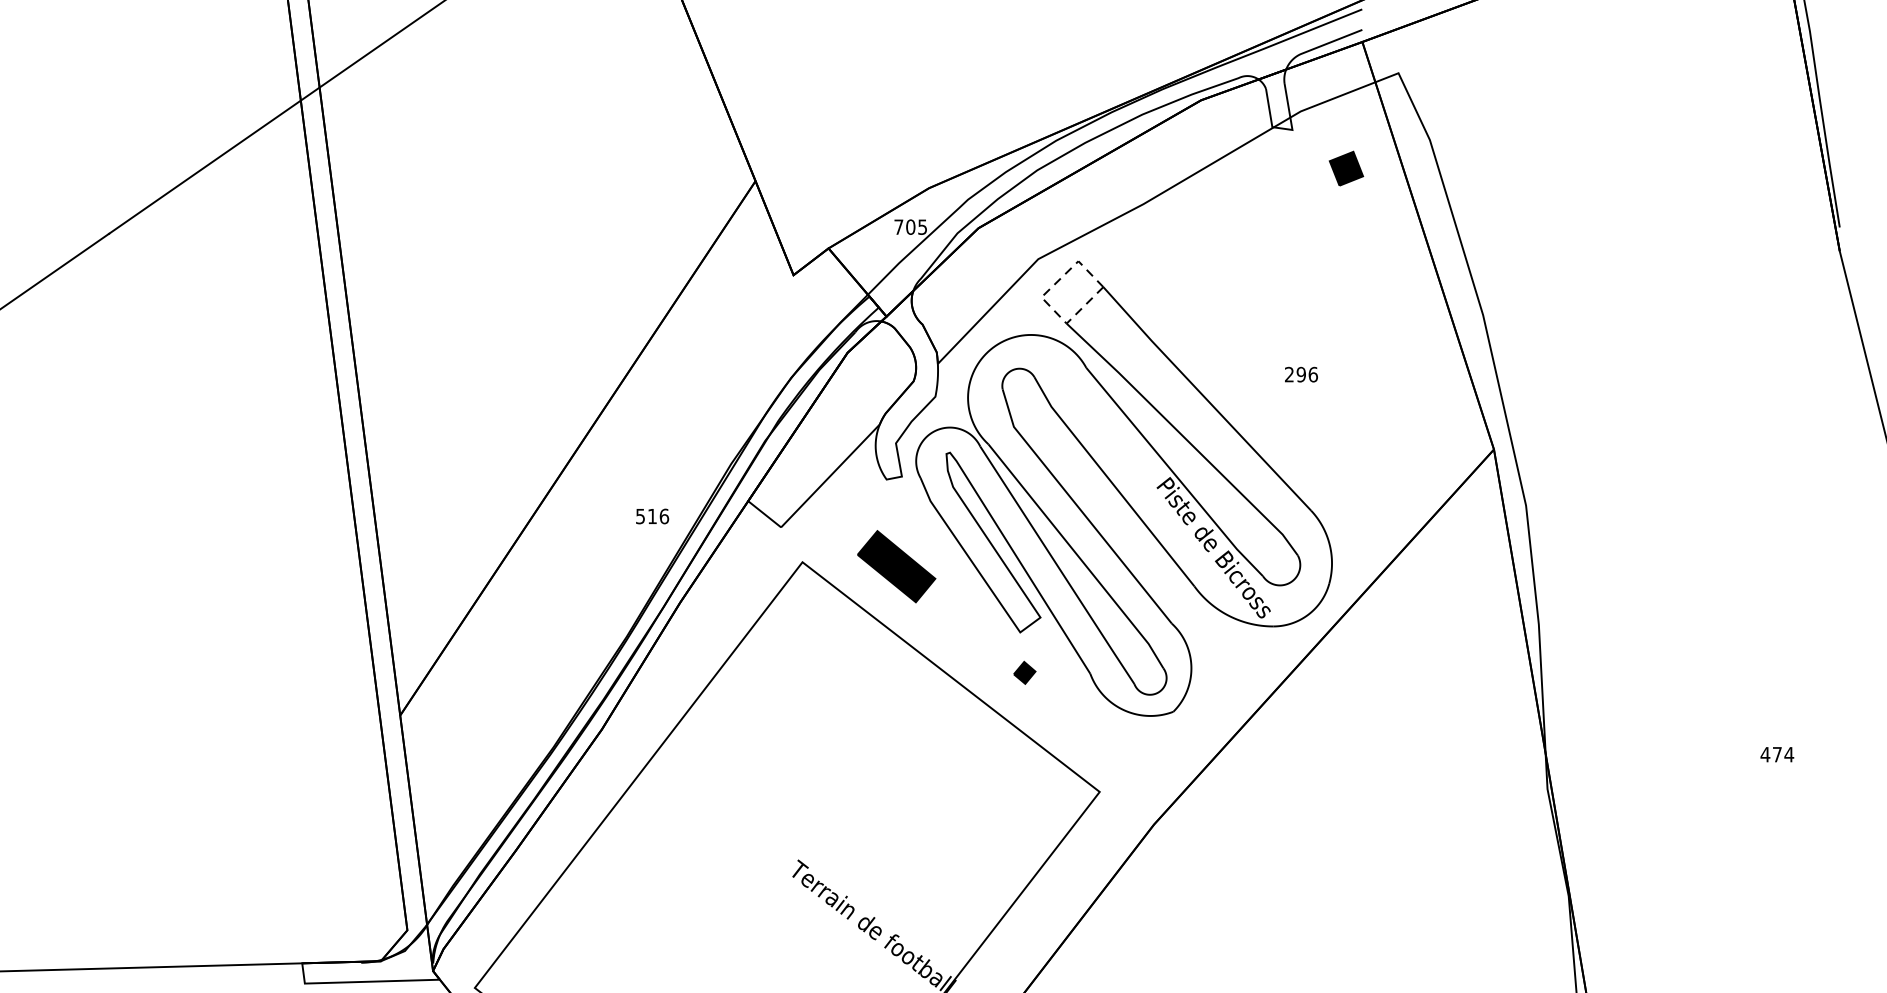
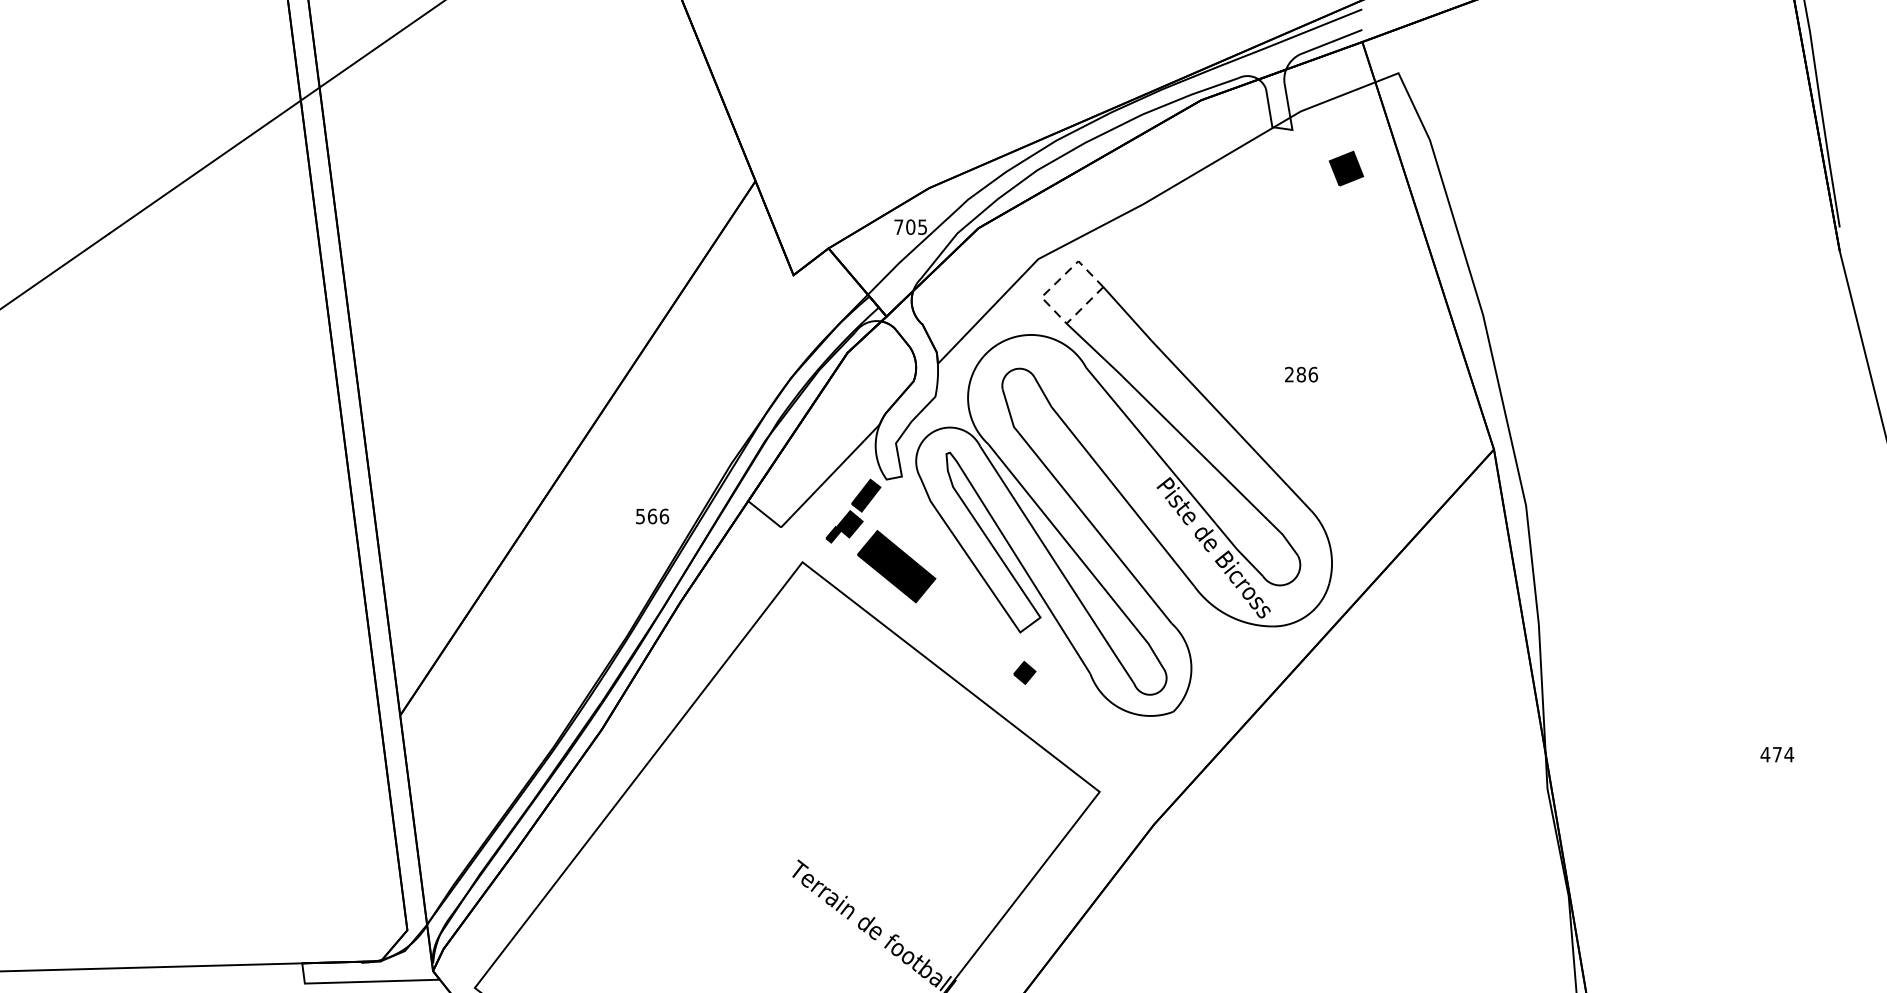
text at (1300, 374): 296 -> 286
part at (853, 510): none -> present
text at (652, 516): 516 -> 566
